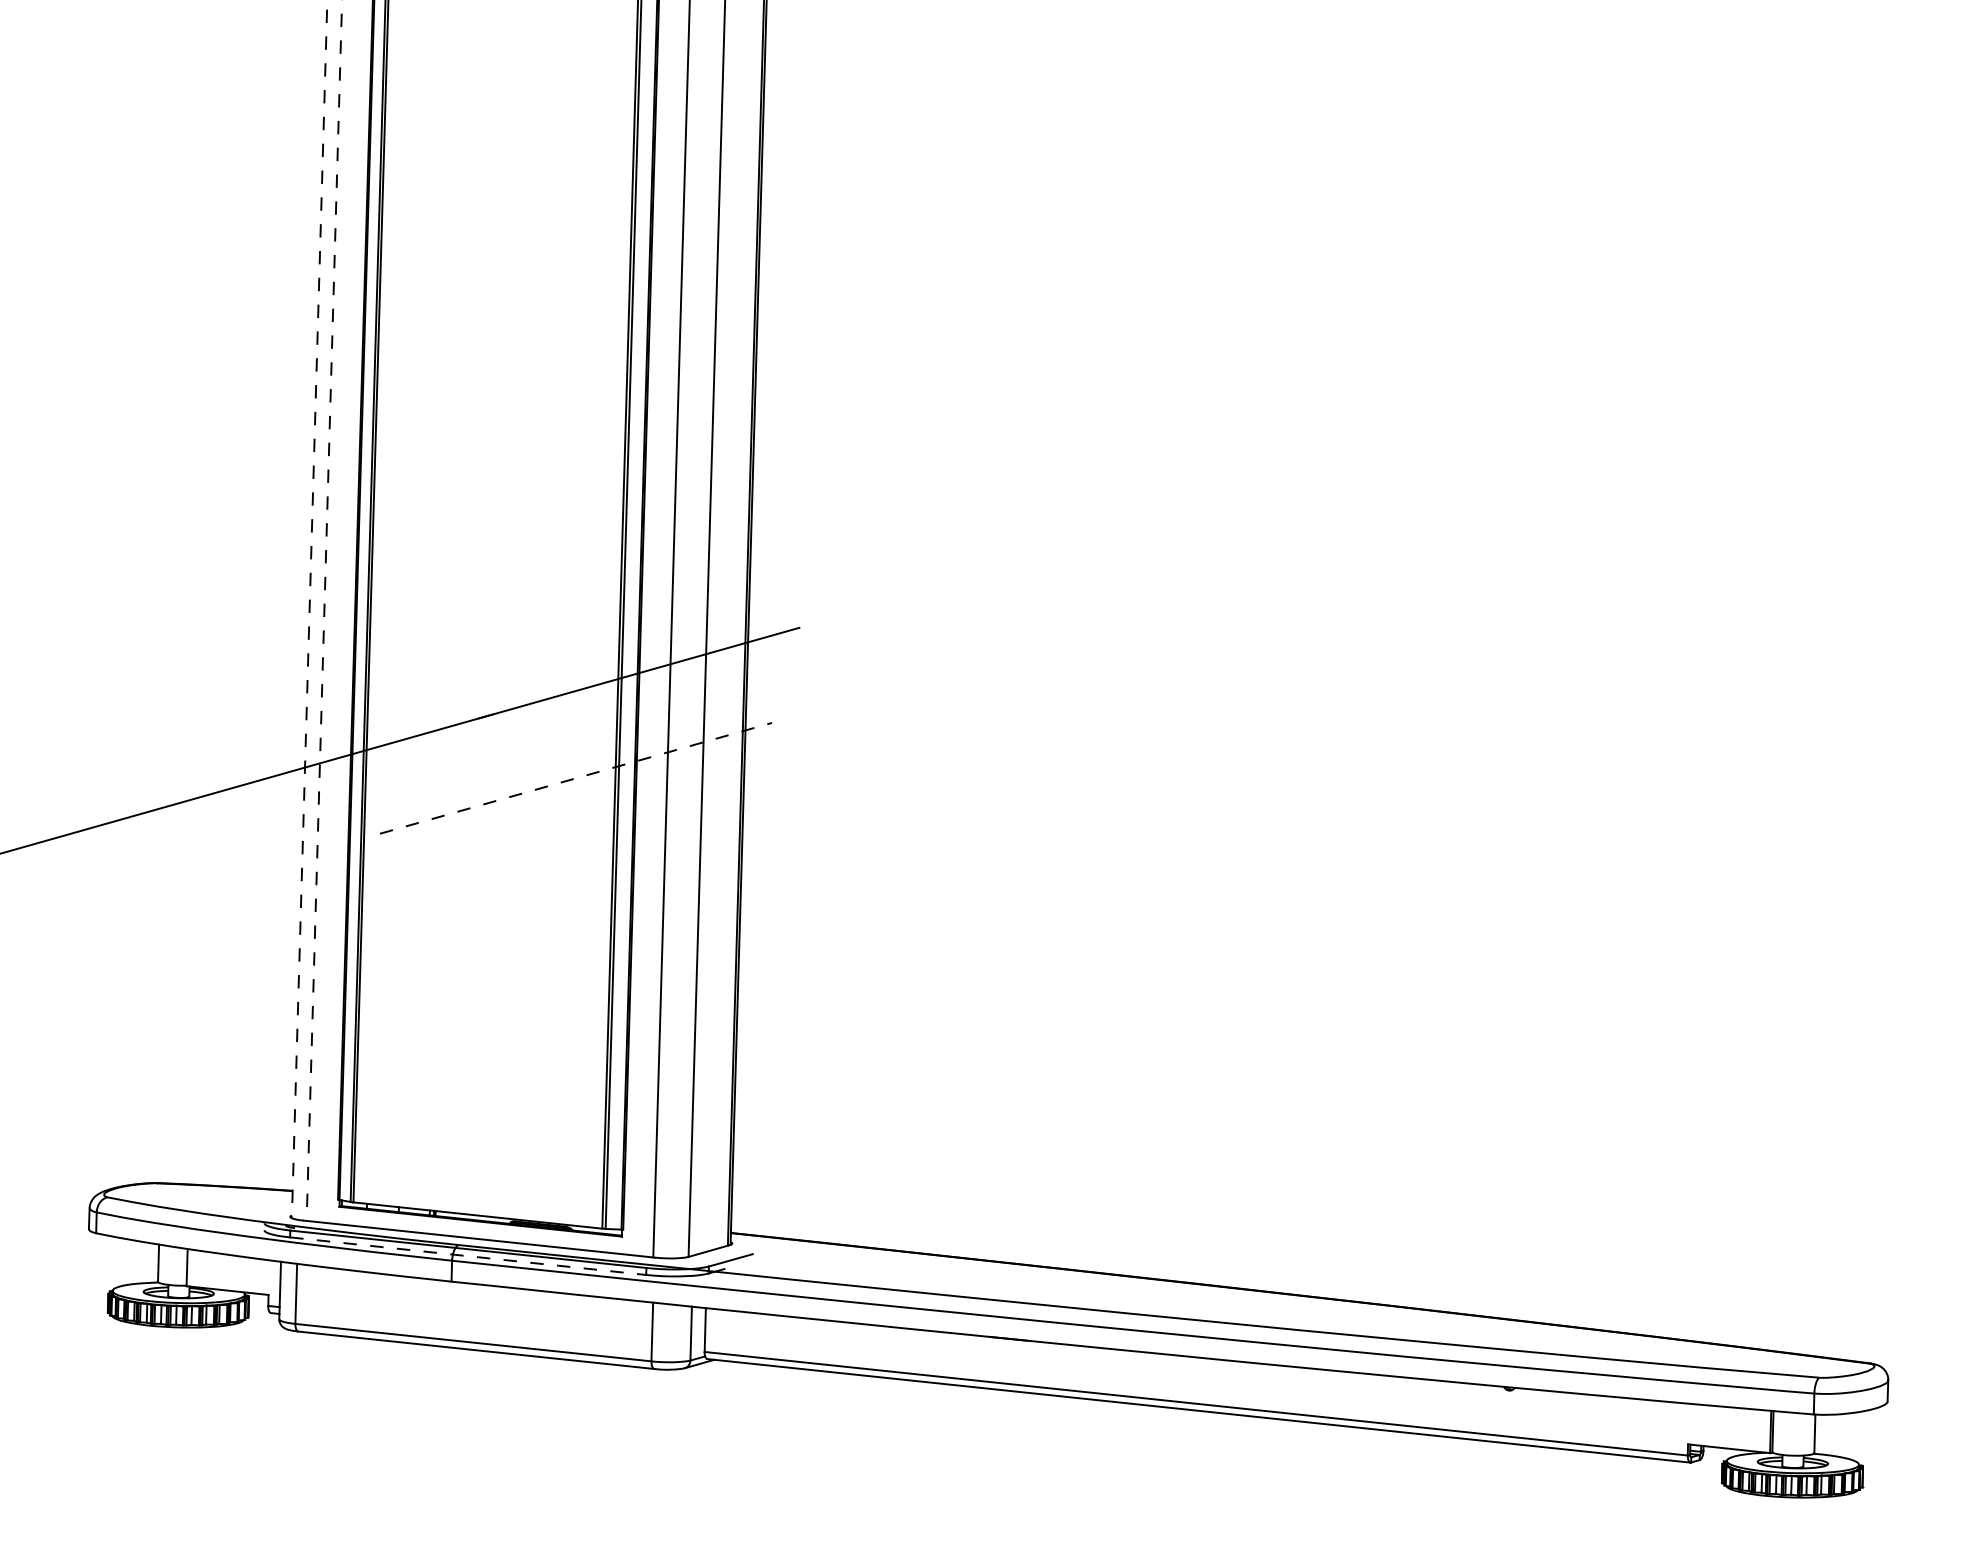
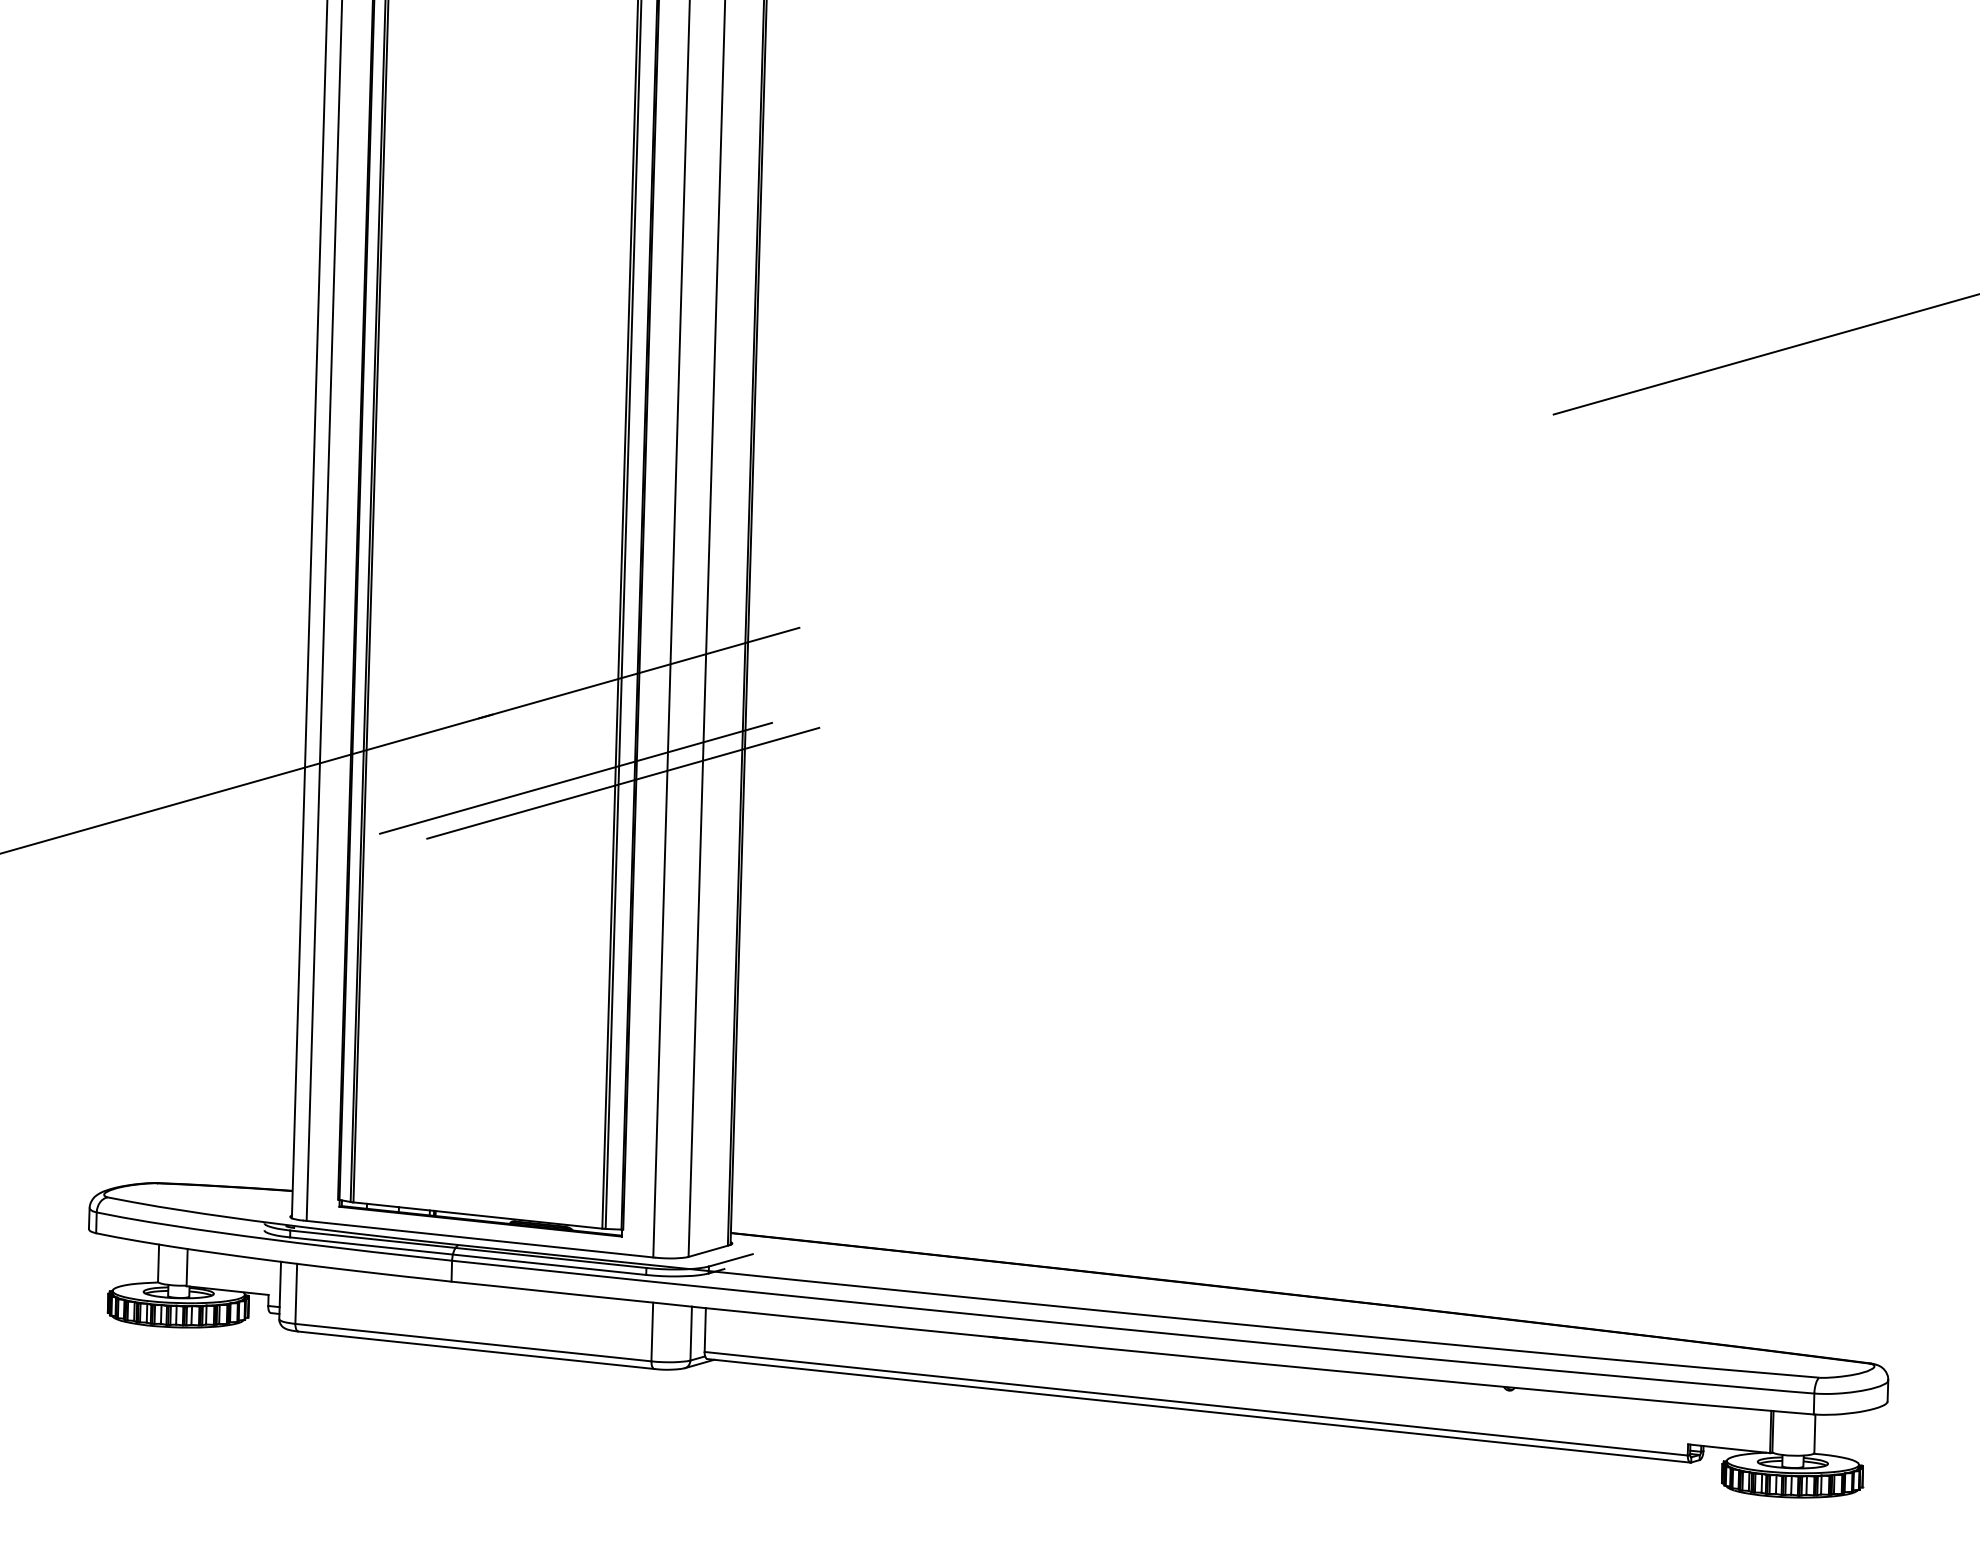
line at (1764, 354): none -> present
line at (309, 609): dashed -> solid
line at (324, 611): dashed -> solid
line at (576, 778): dashed -> solid
line at (623, 782): none -> present
line at (468, 1256): dashed -> solid
